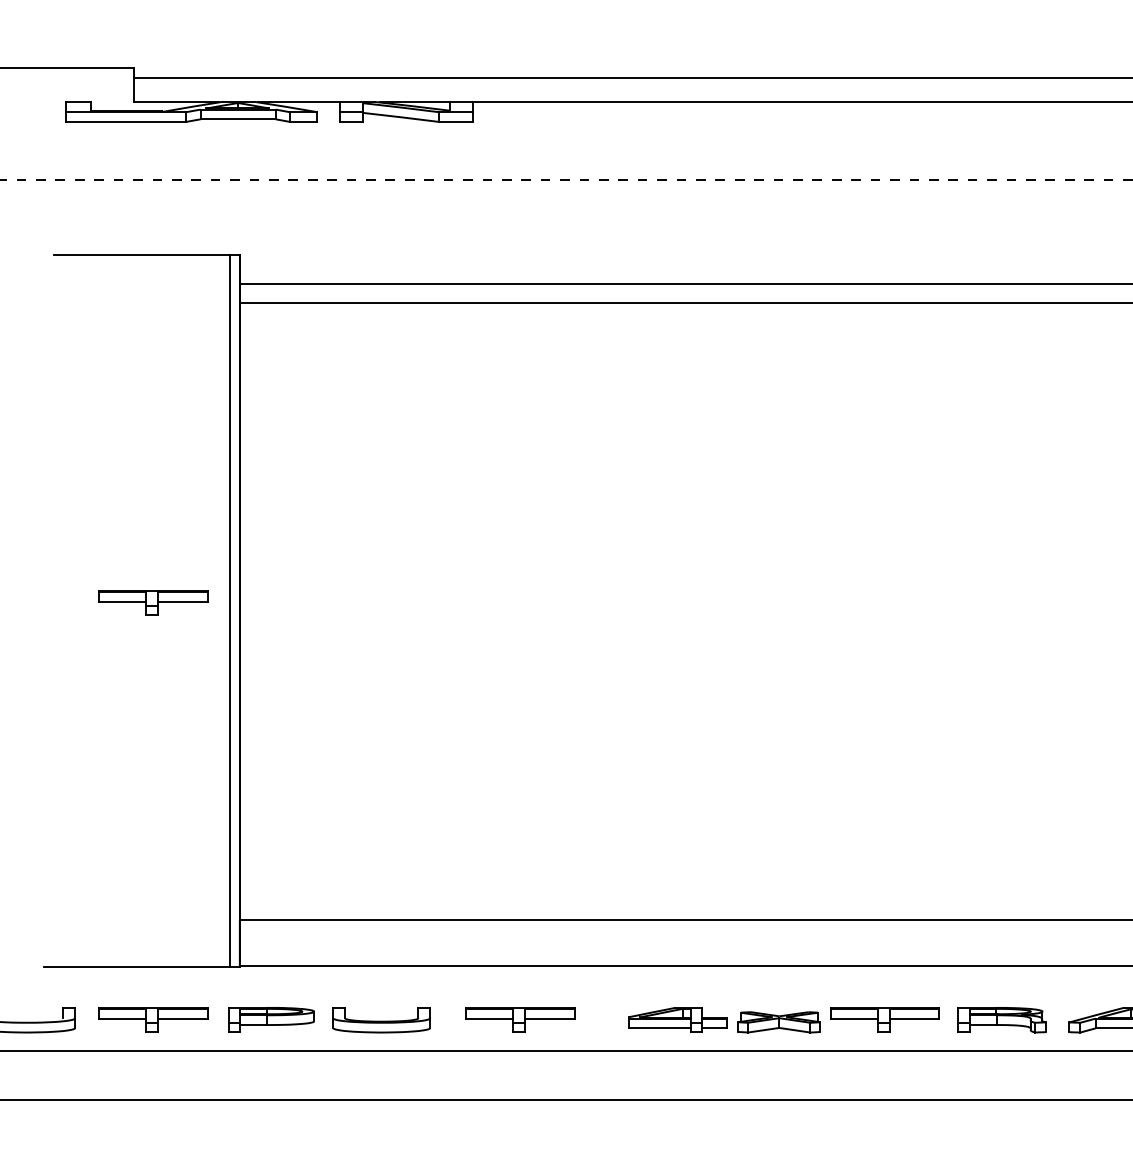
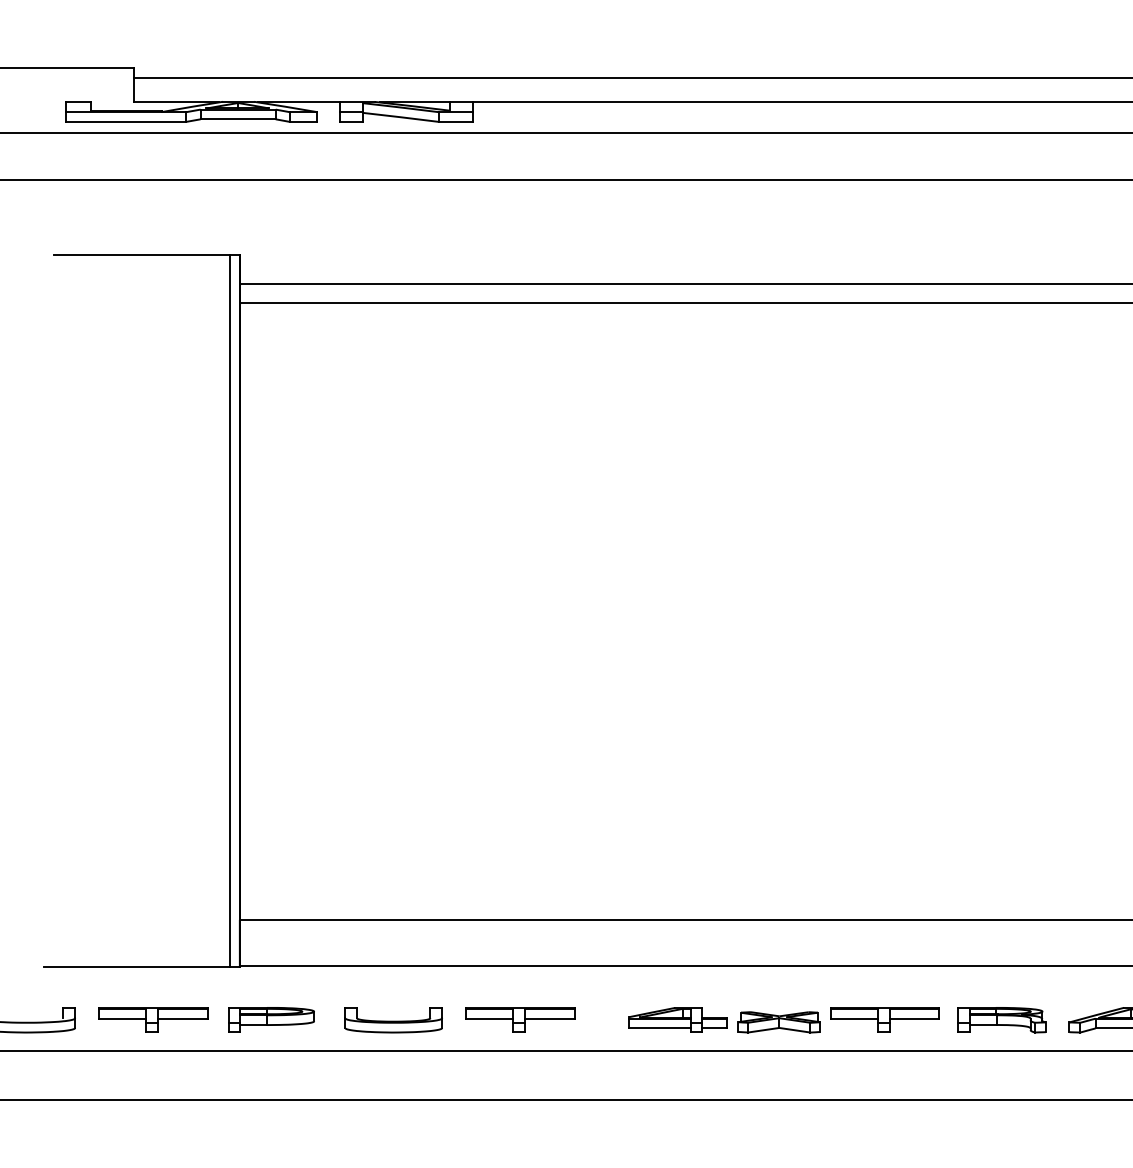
line at (565, 133): none -> present
line at (566, 179): dashed -> solid
part at (153, 602): present -> none
part at (381, 1020) position: (381, 1020) -> (393, 1020)
